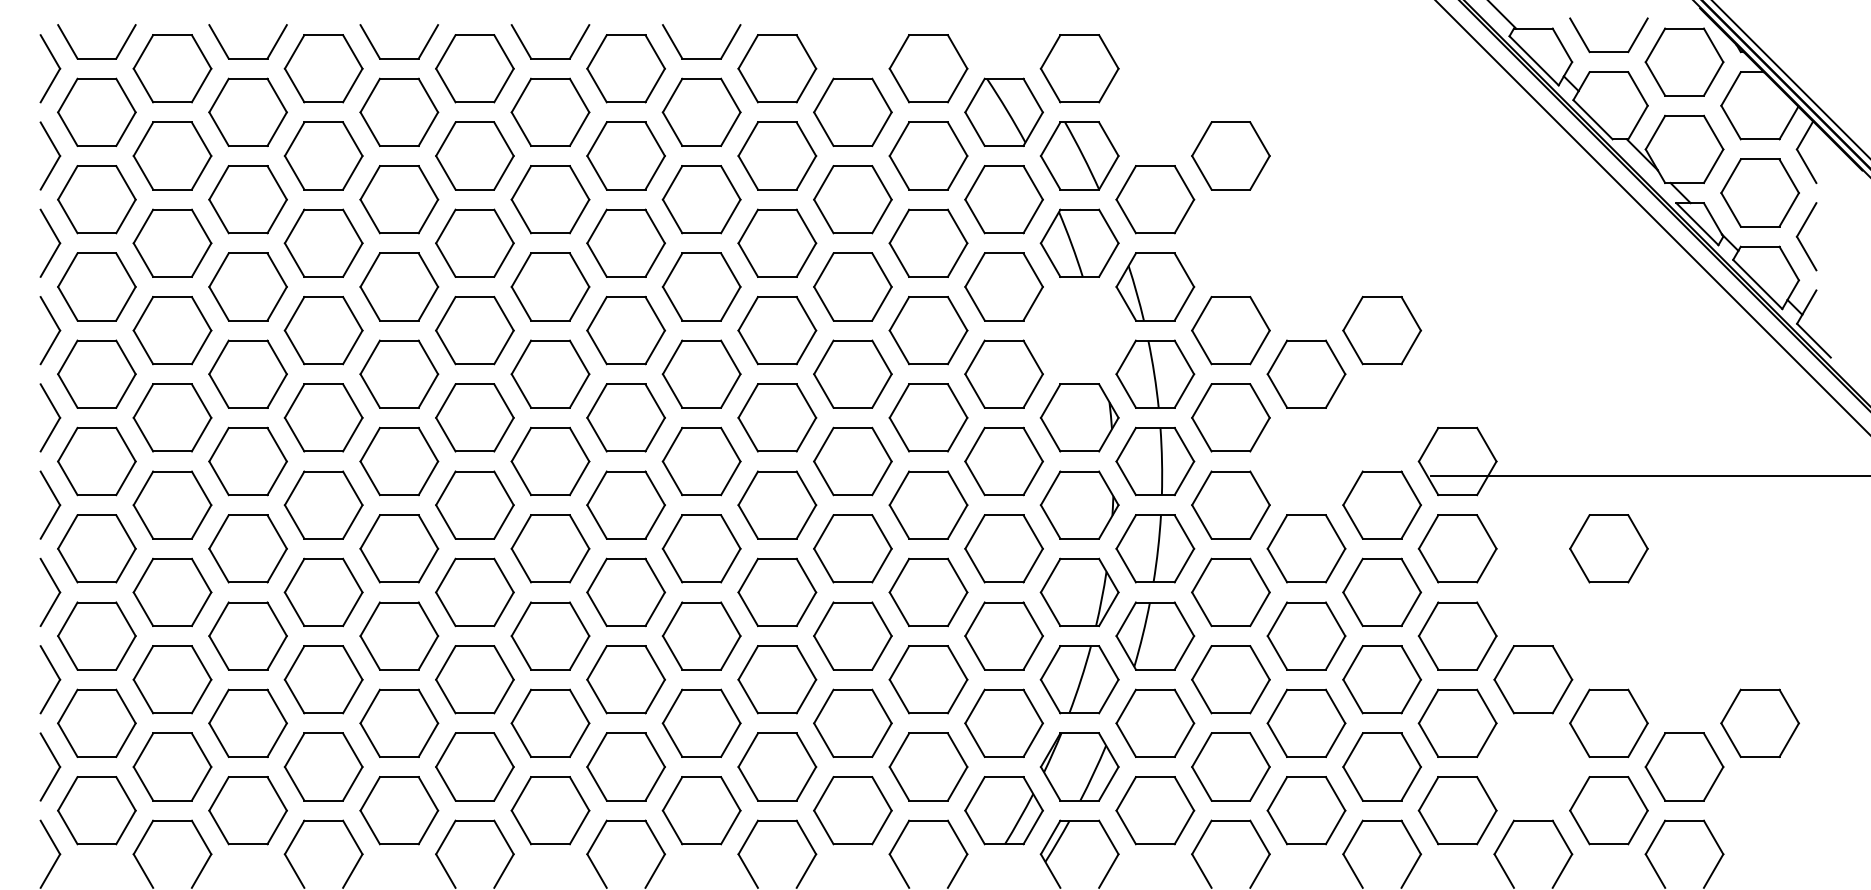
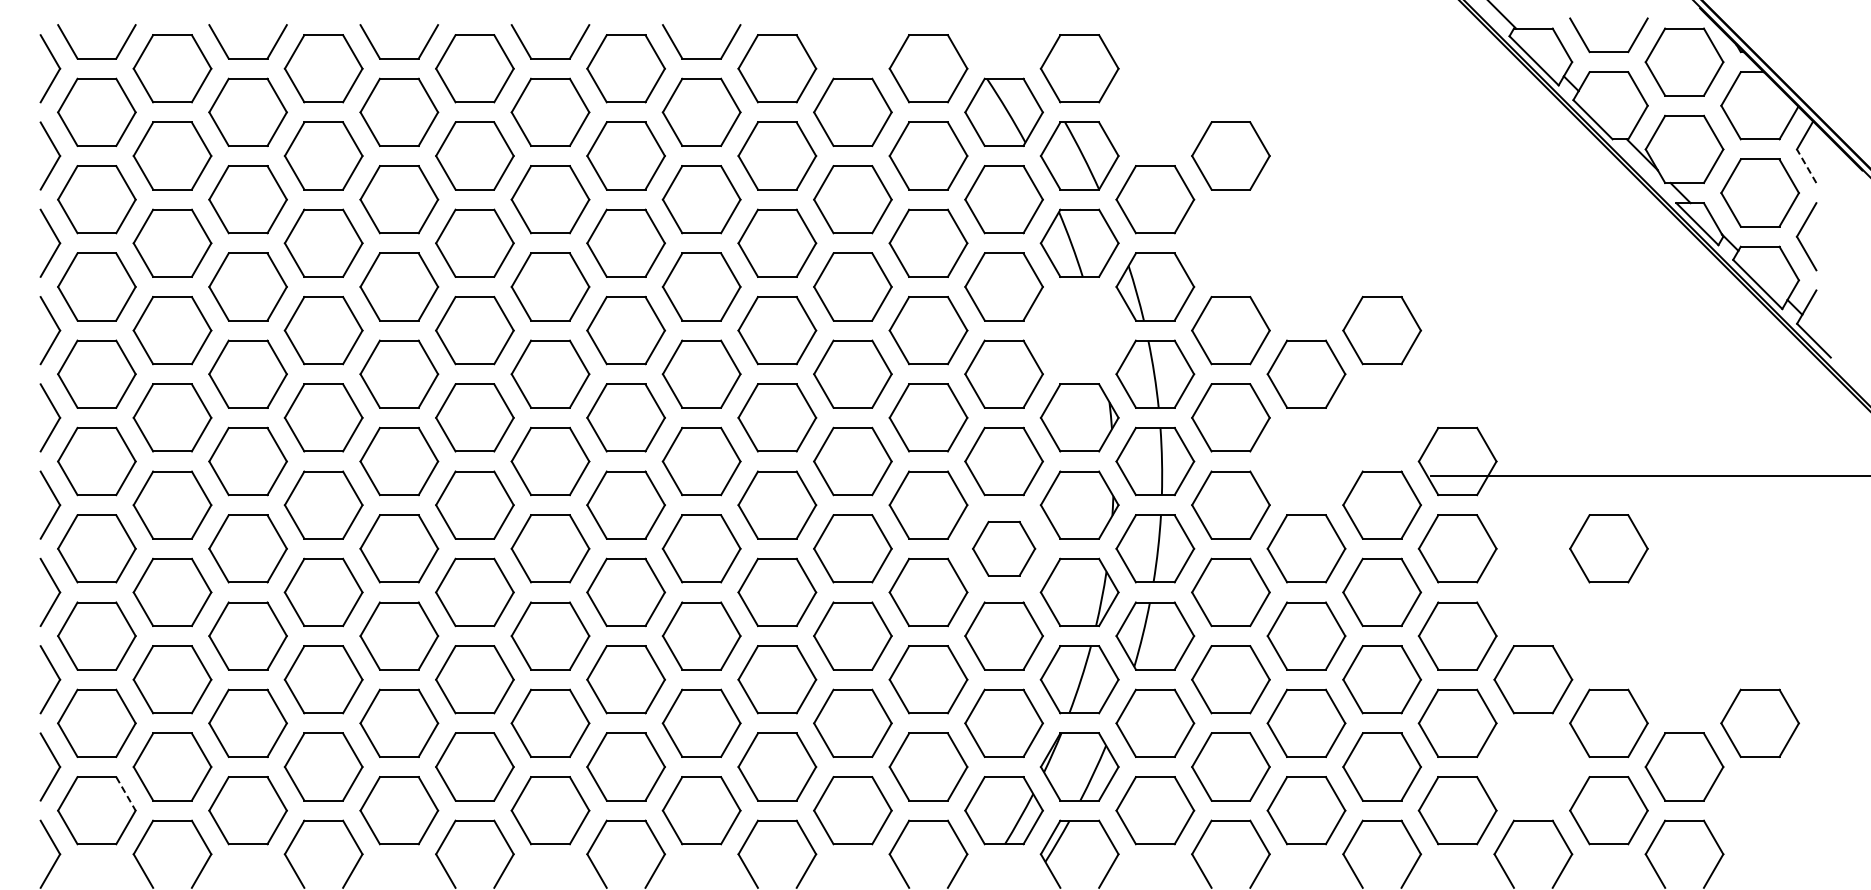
line at (1790, 78): present -> none
line at (1806, 165): solid -> dashed
line at (1652, 217): present -> none
part at (1003, 548) size: 80x70 px -> 65x57 px
line at (126, 794): solid -> dashed
